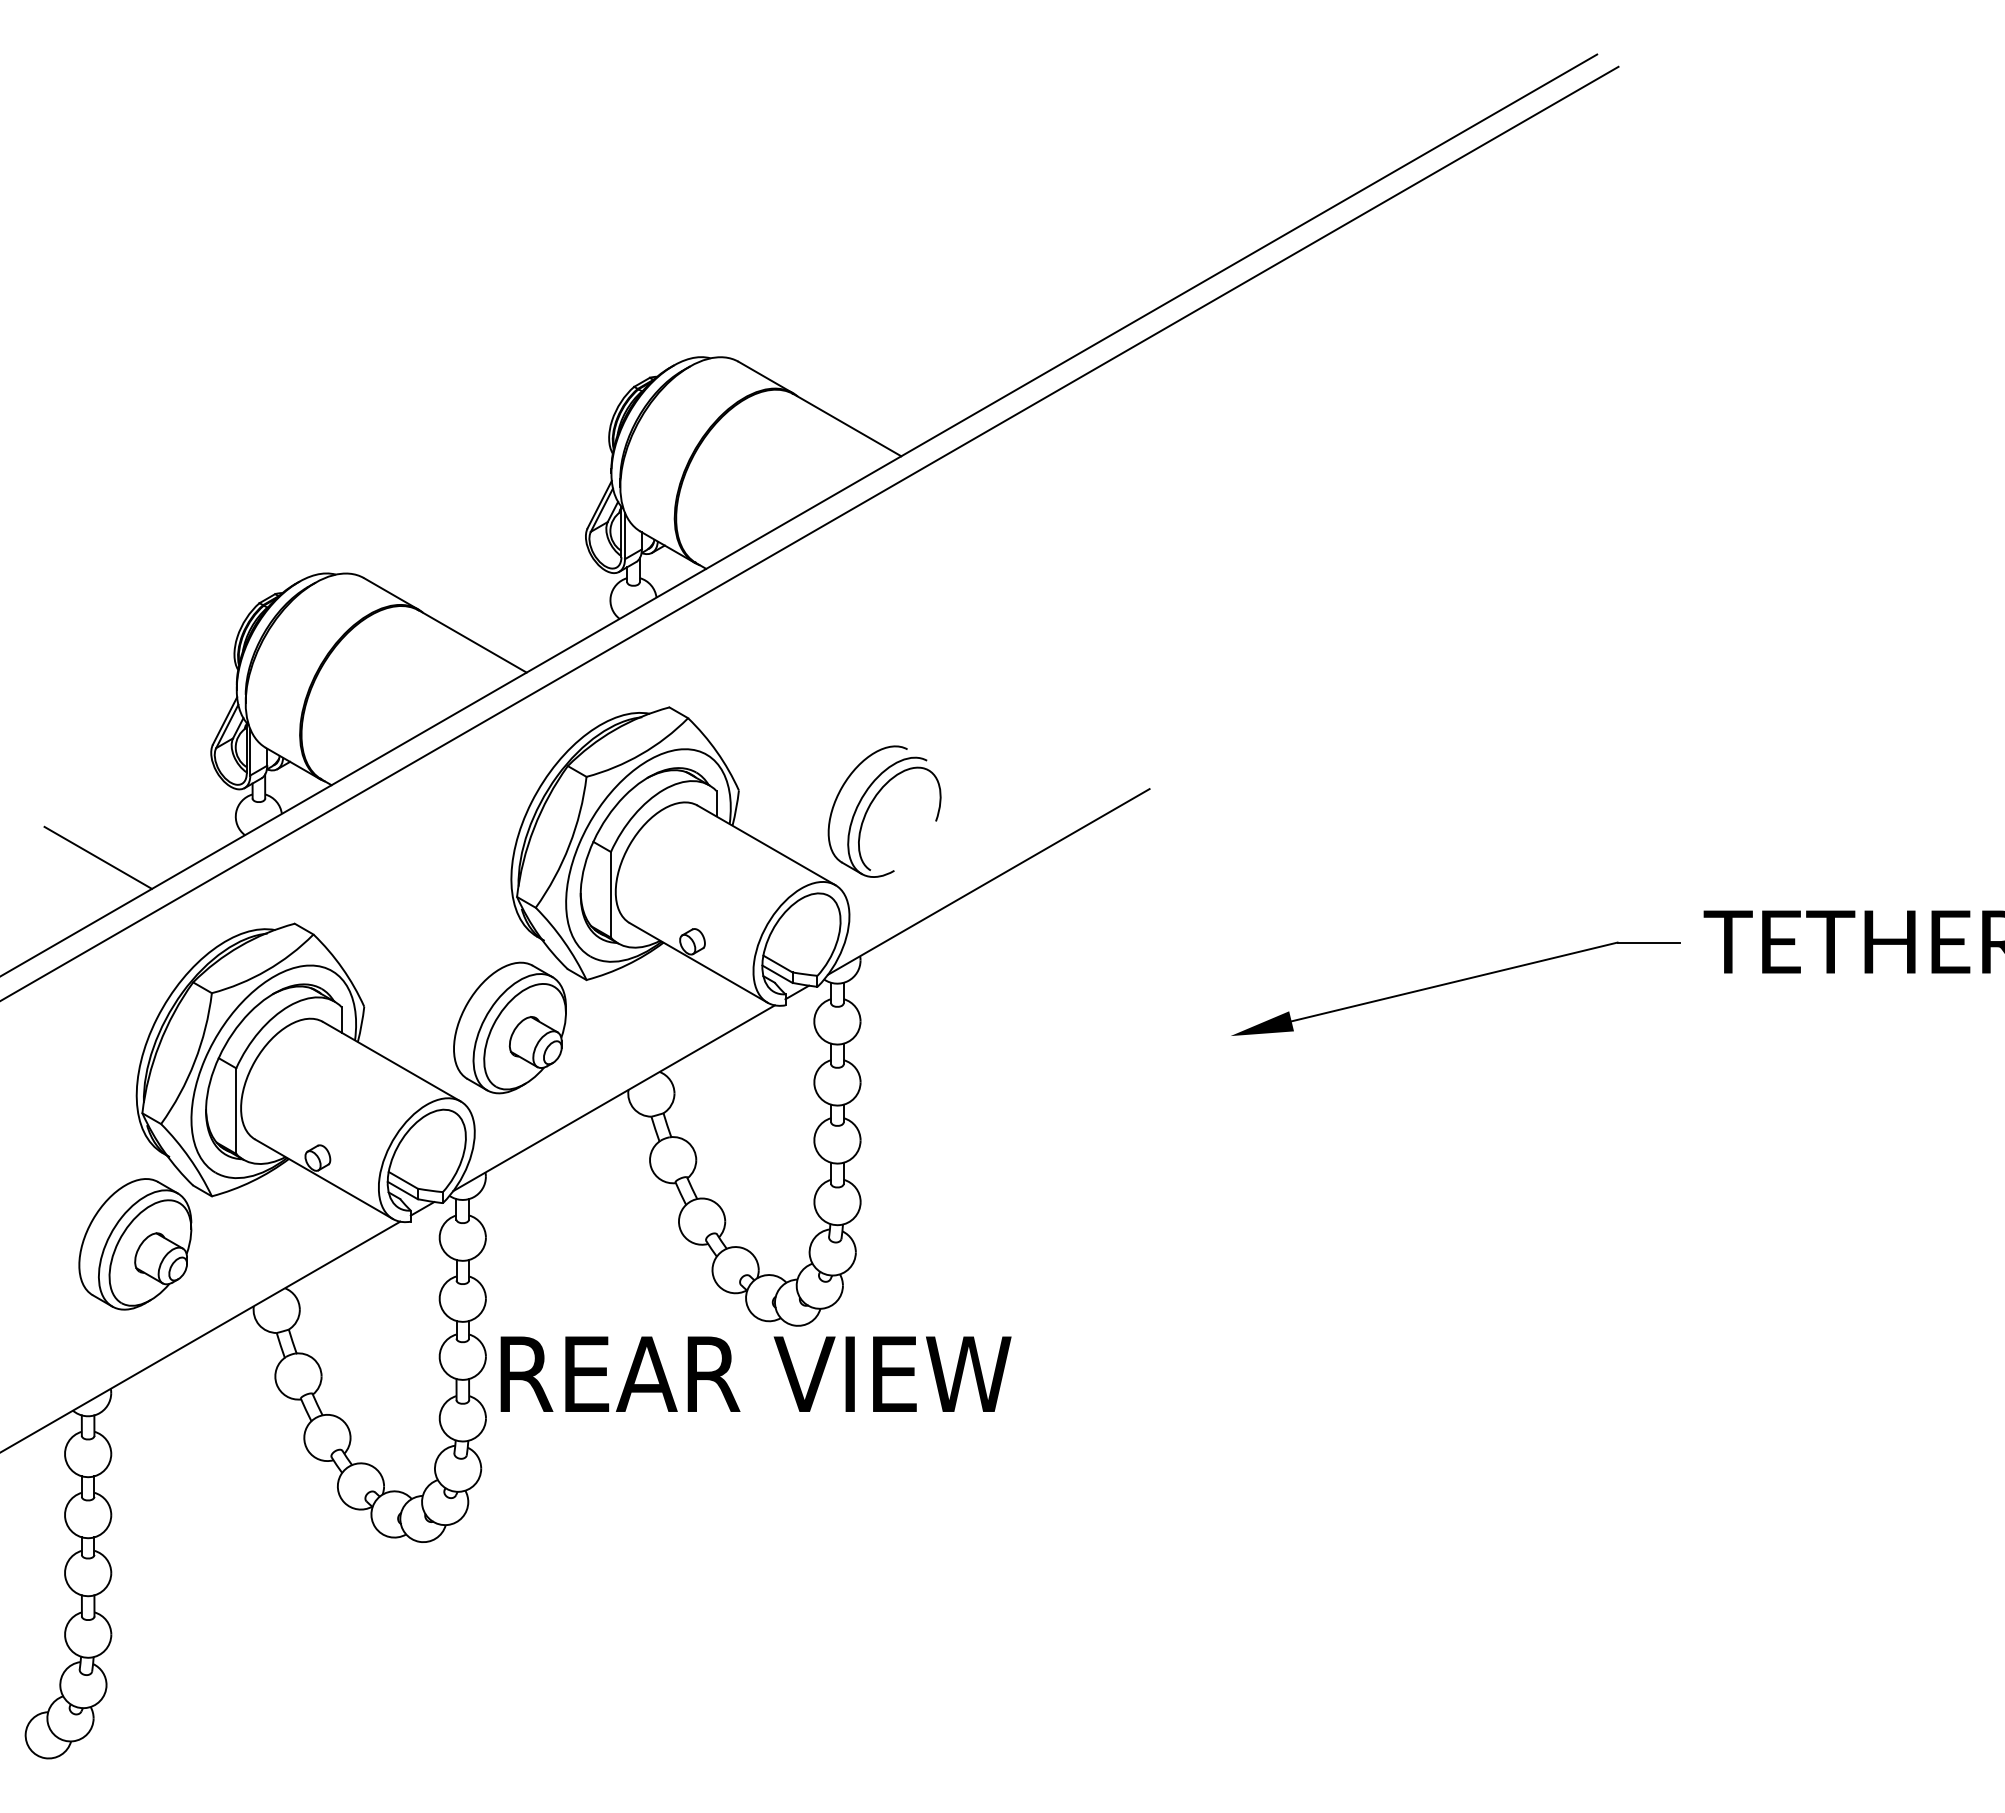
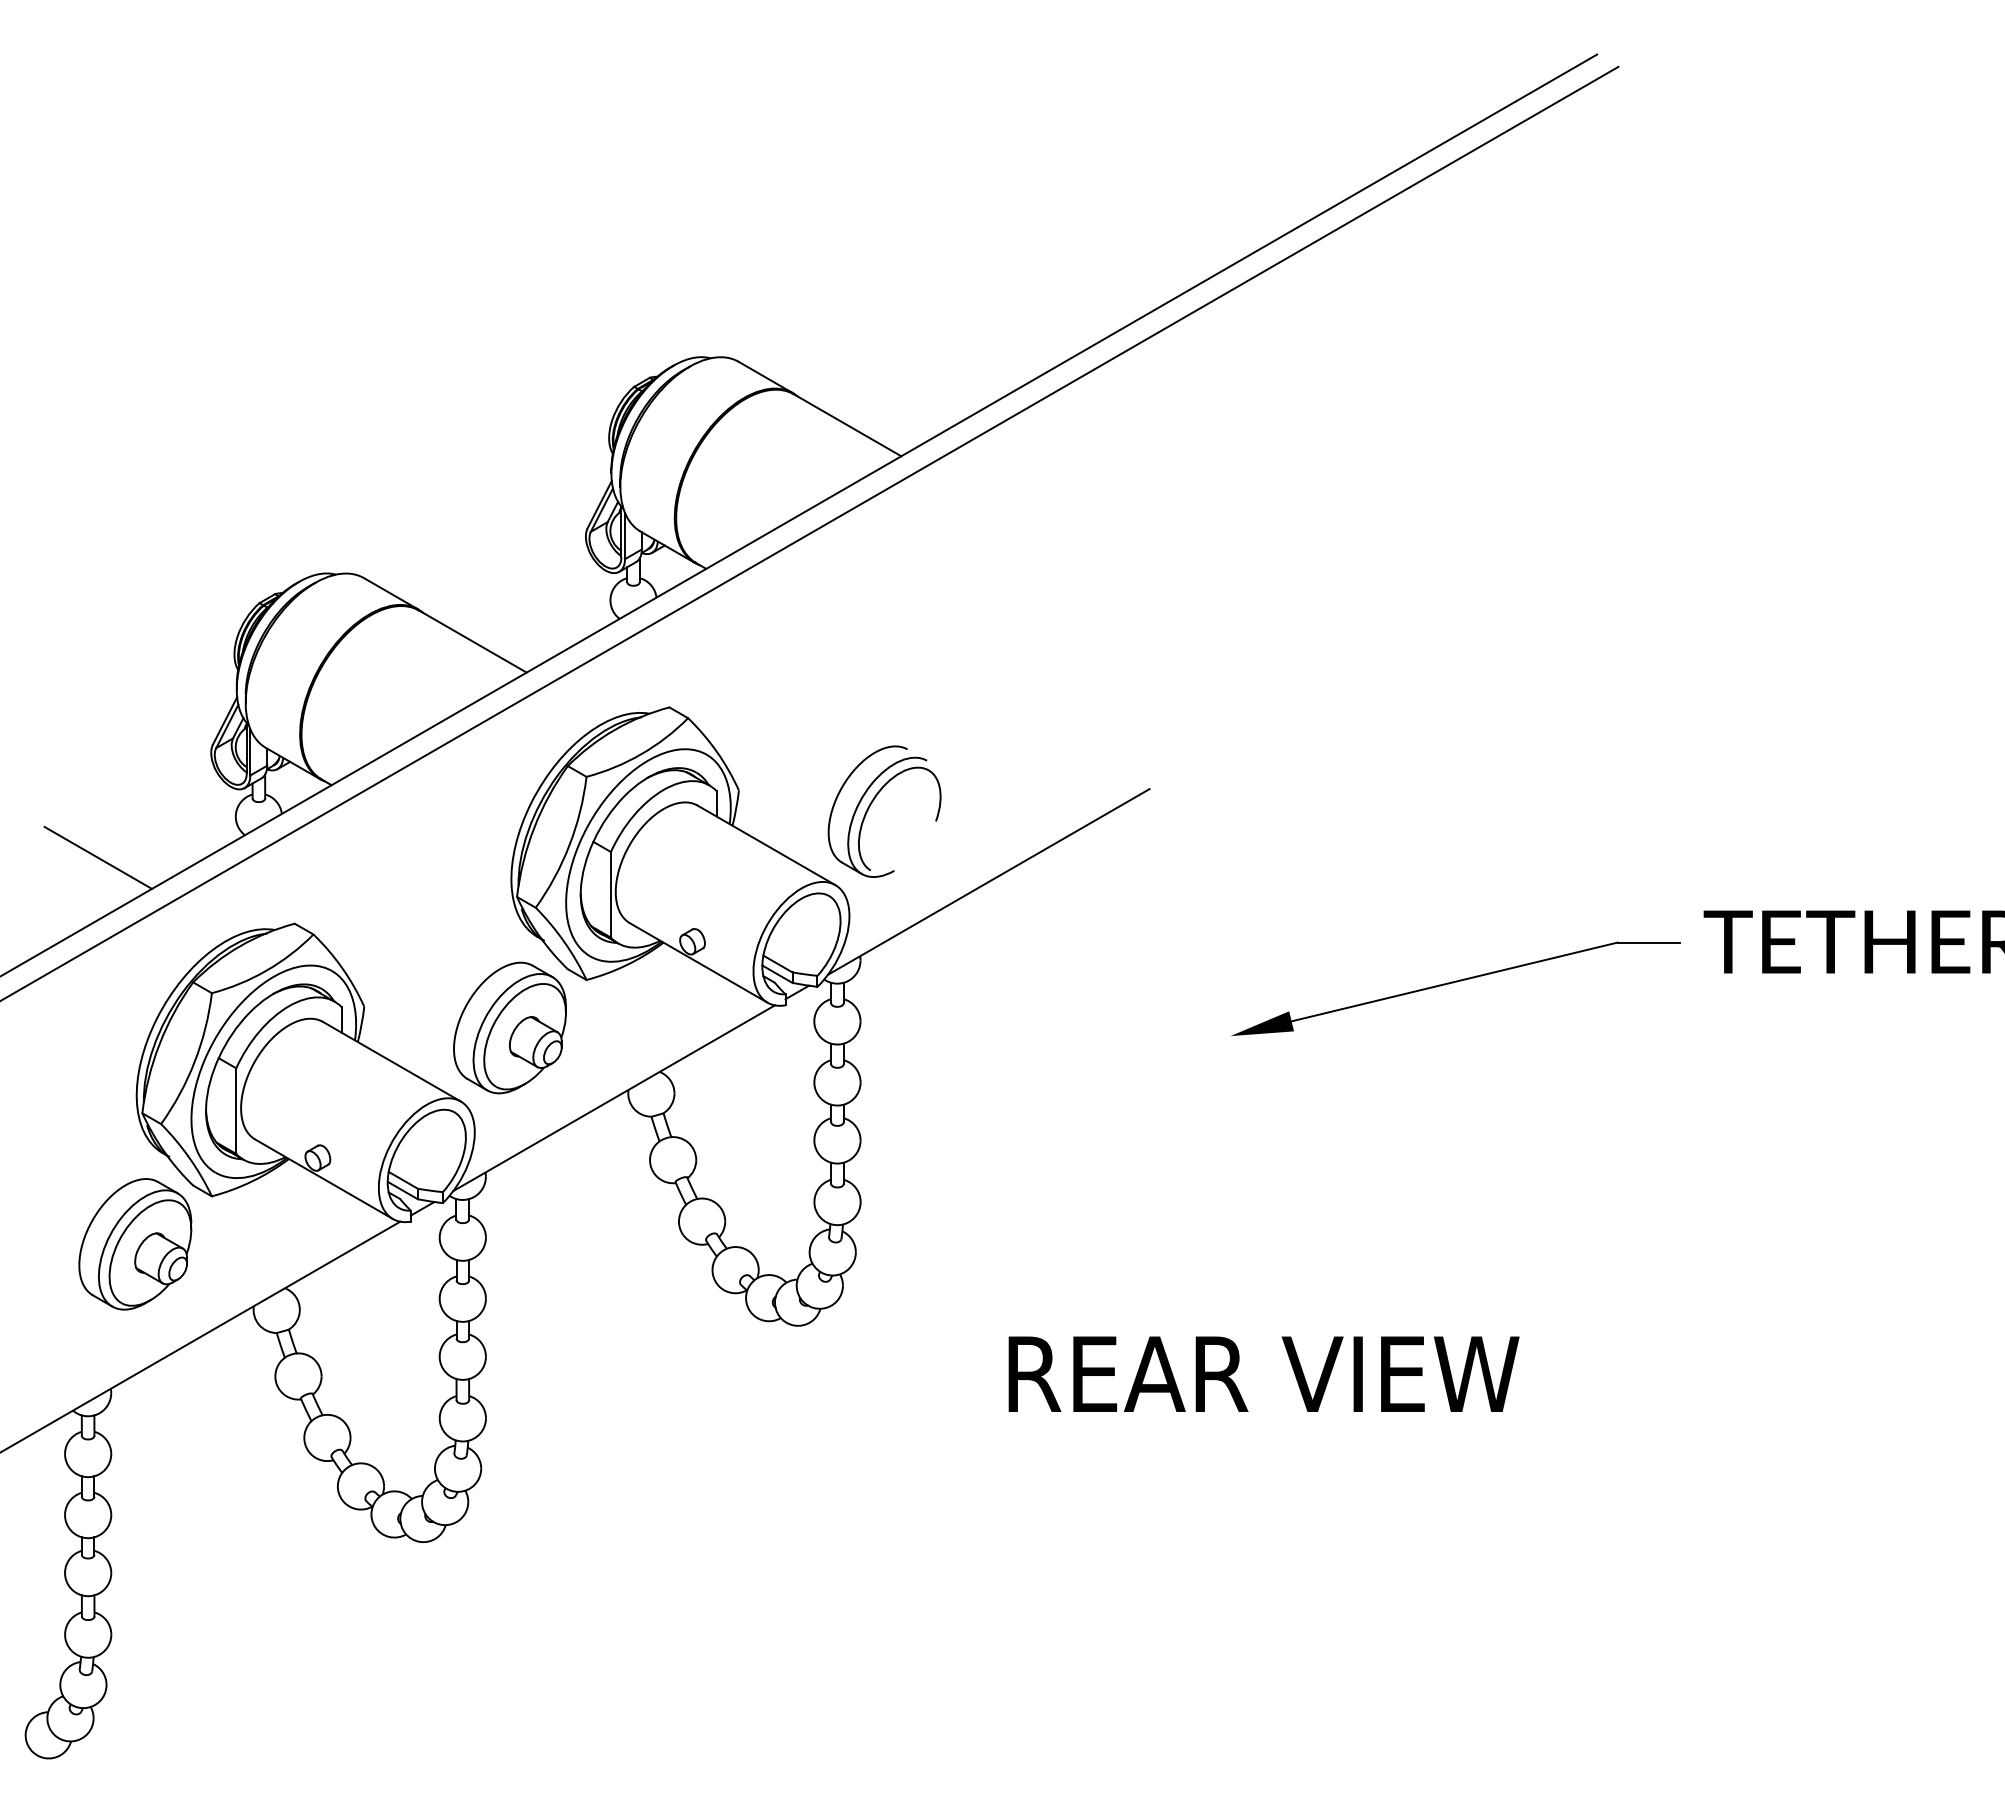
text at (755, 1373) position: (755, 1373) -> (1263, 1373)
